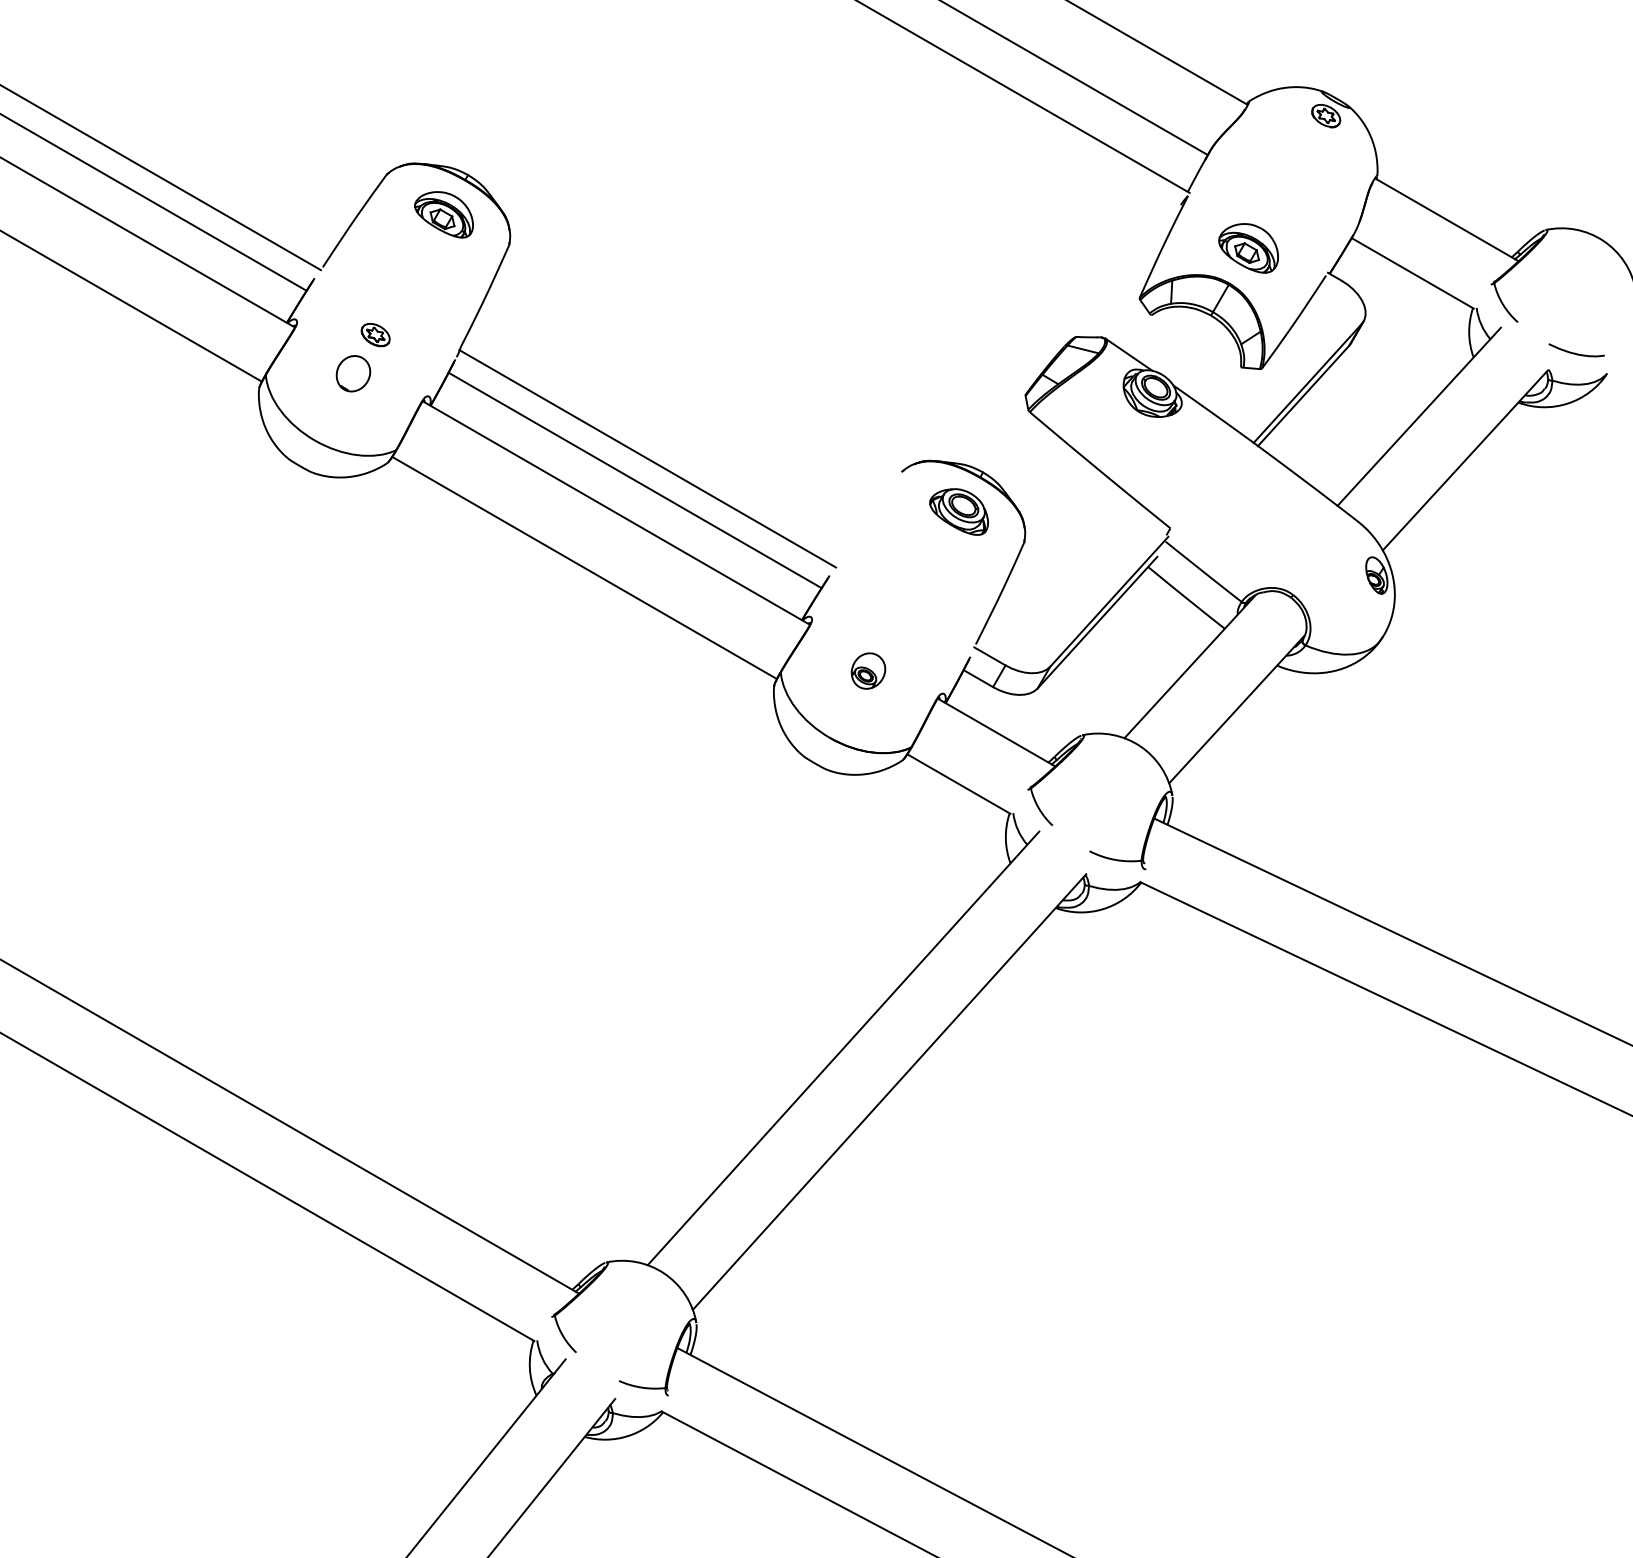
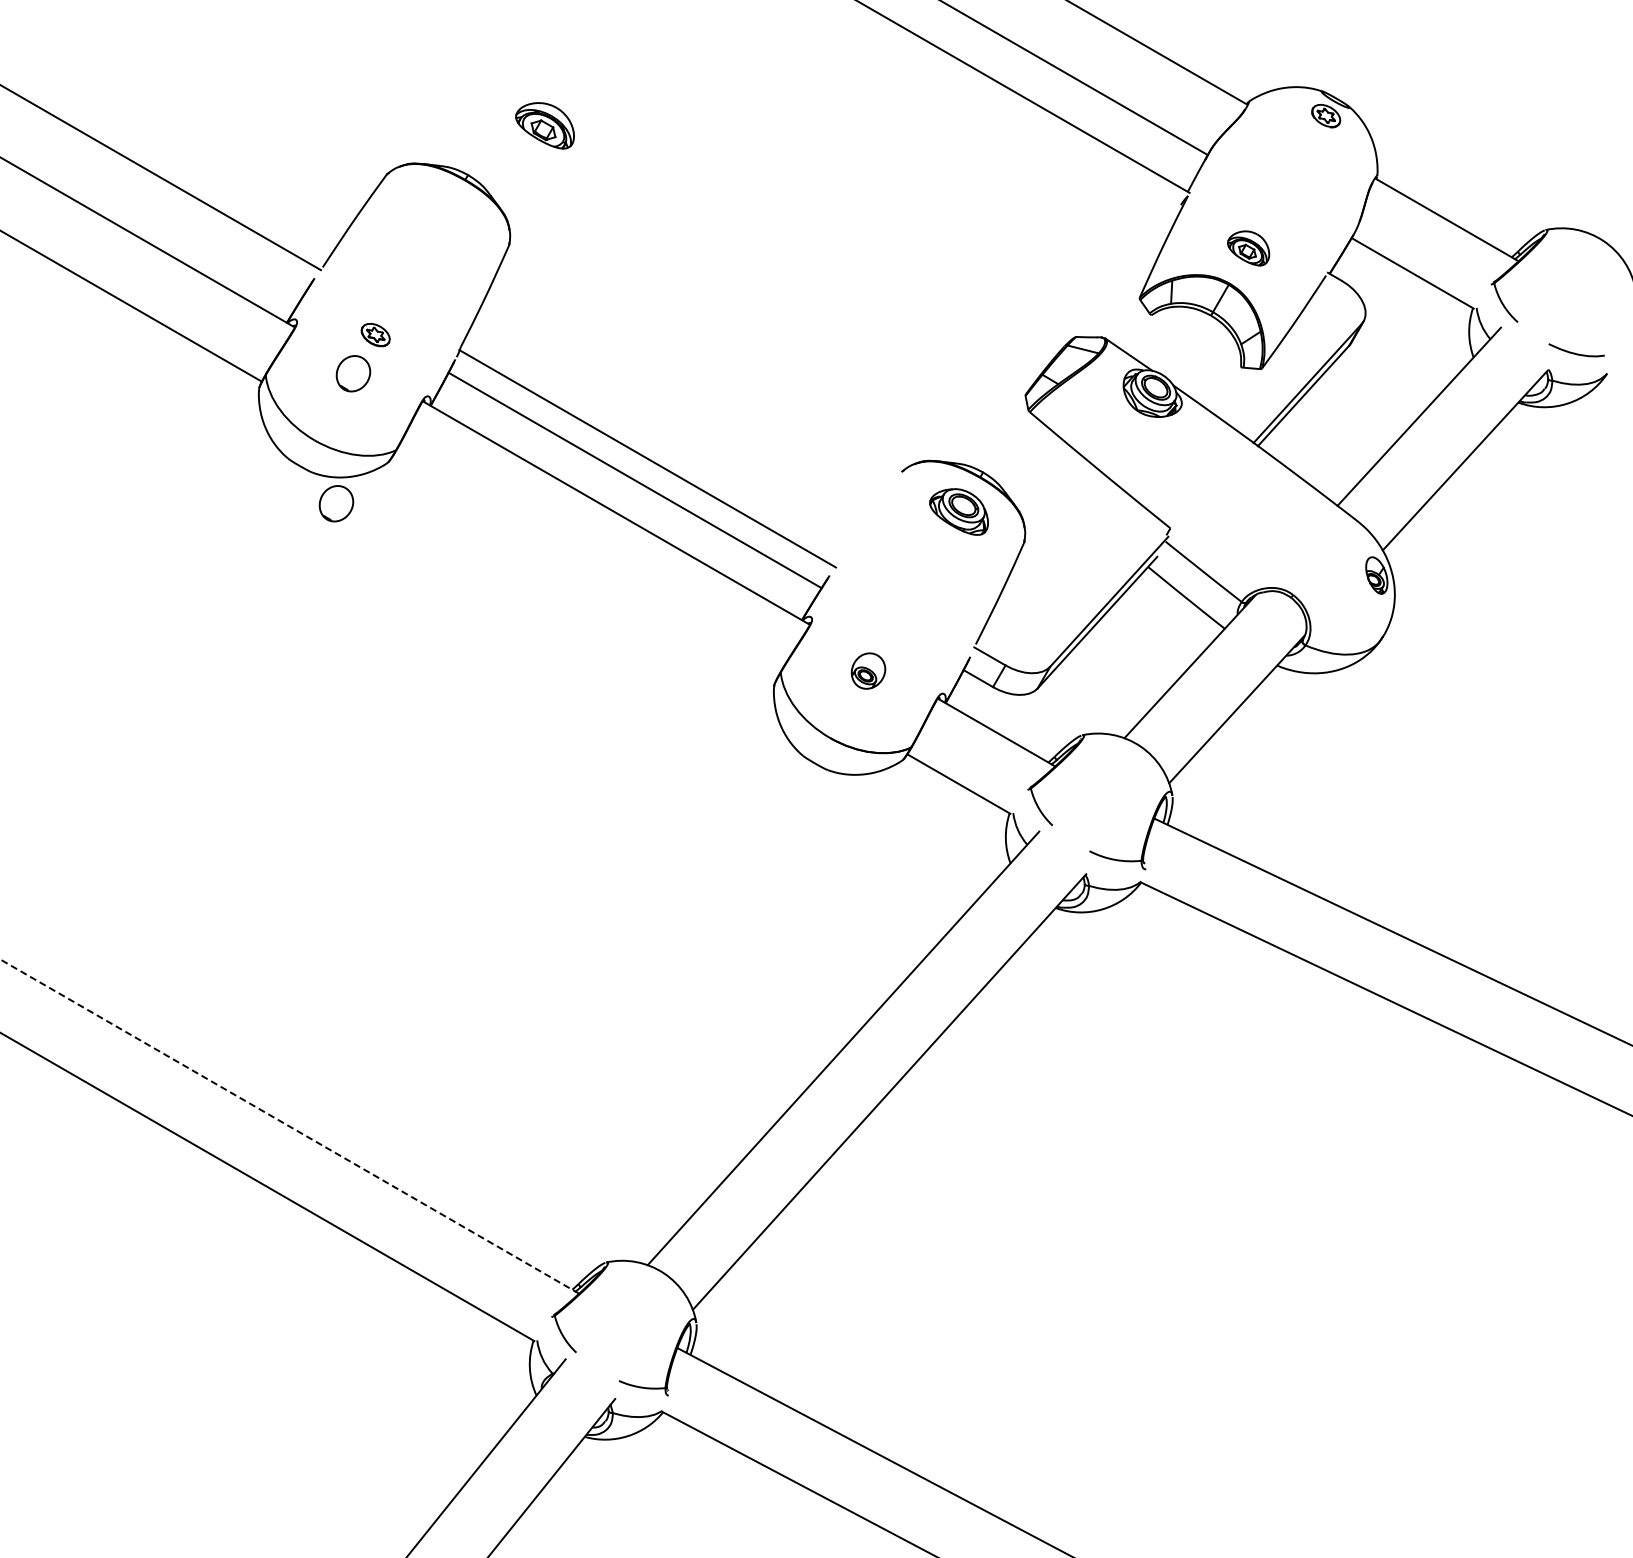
line at (154, 202): present -> none
part at (443, 214) position: (443, 214) -> (544, 125)
part at (1248, 248) size: 61x51 px -> 44x37 px
part at (336, 503): none -> present
line at (584, 567): present -> none
line at (289, 1126): solid -> dashed
